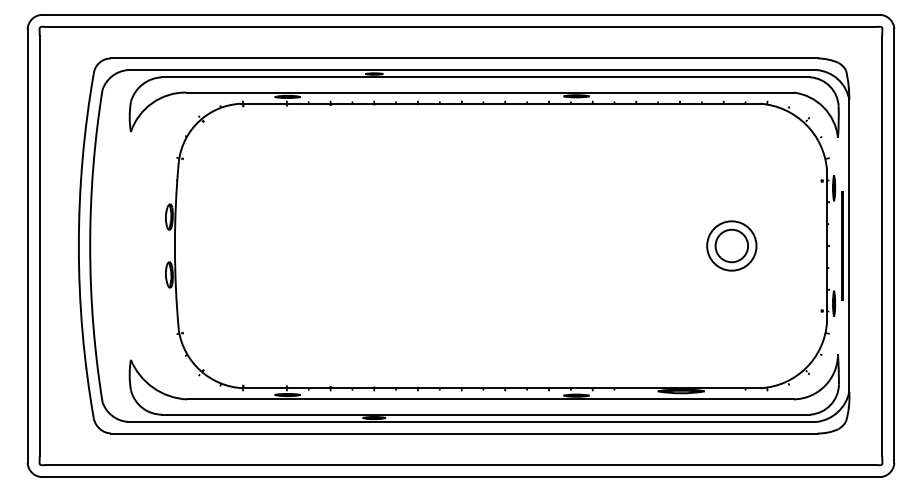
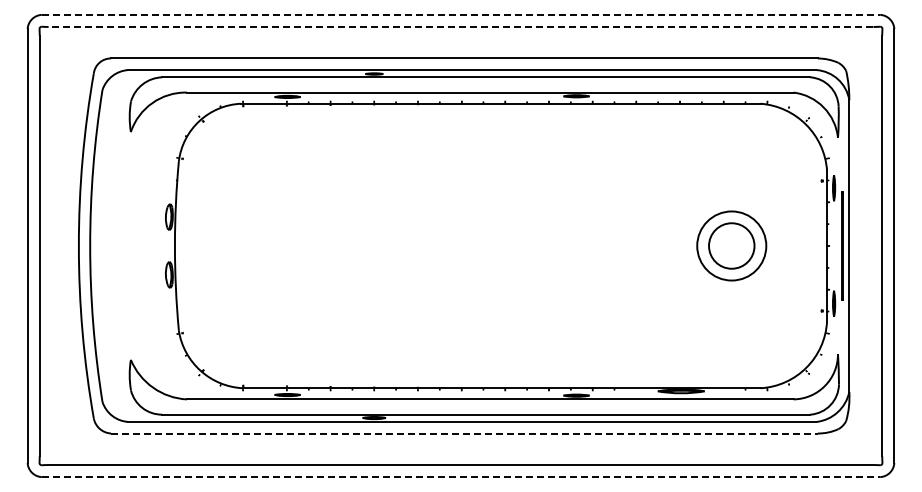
line at (461, 14): solid -> dashed
line at (460, 26): solid -> dashed
part at (731, 245) size: 52x52 px -> 72x72 px
line at (464, 433): solid -> dashed
line at (461, 477): solid -> dashed
